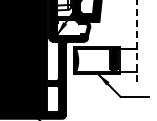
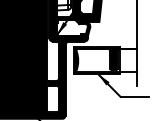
line at (137, 42): dashed -> solid
